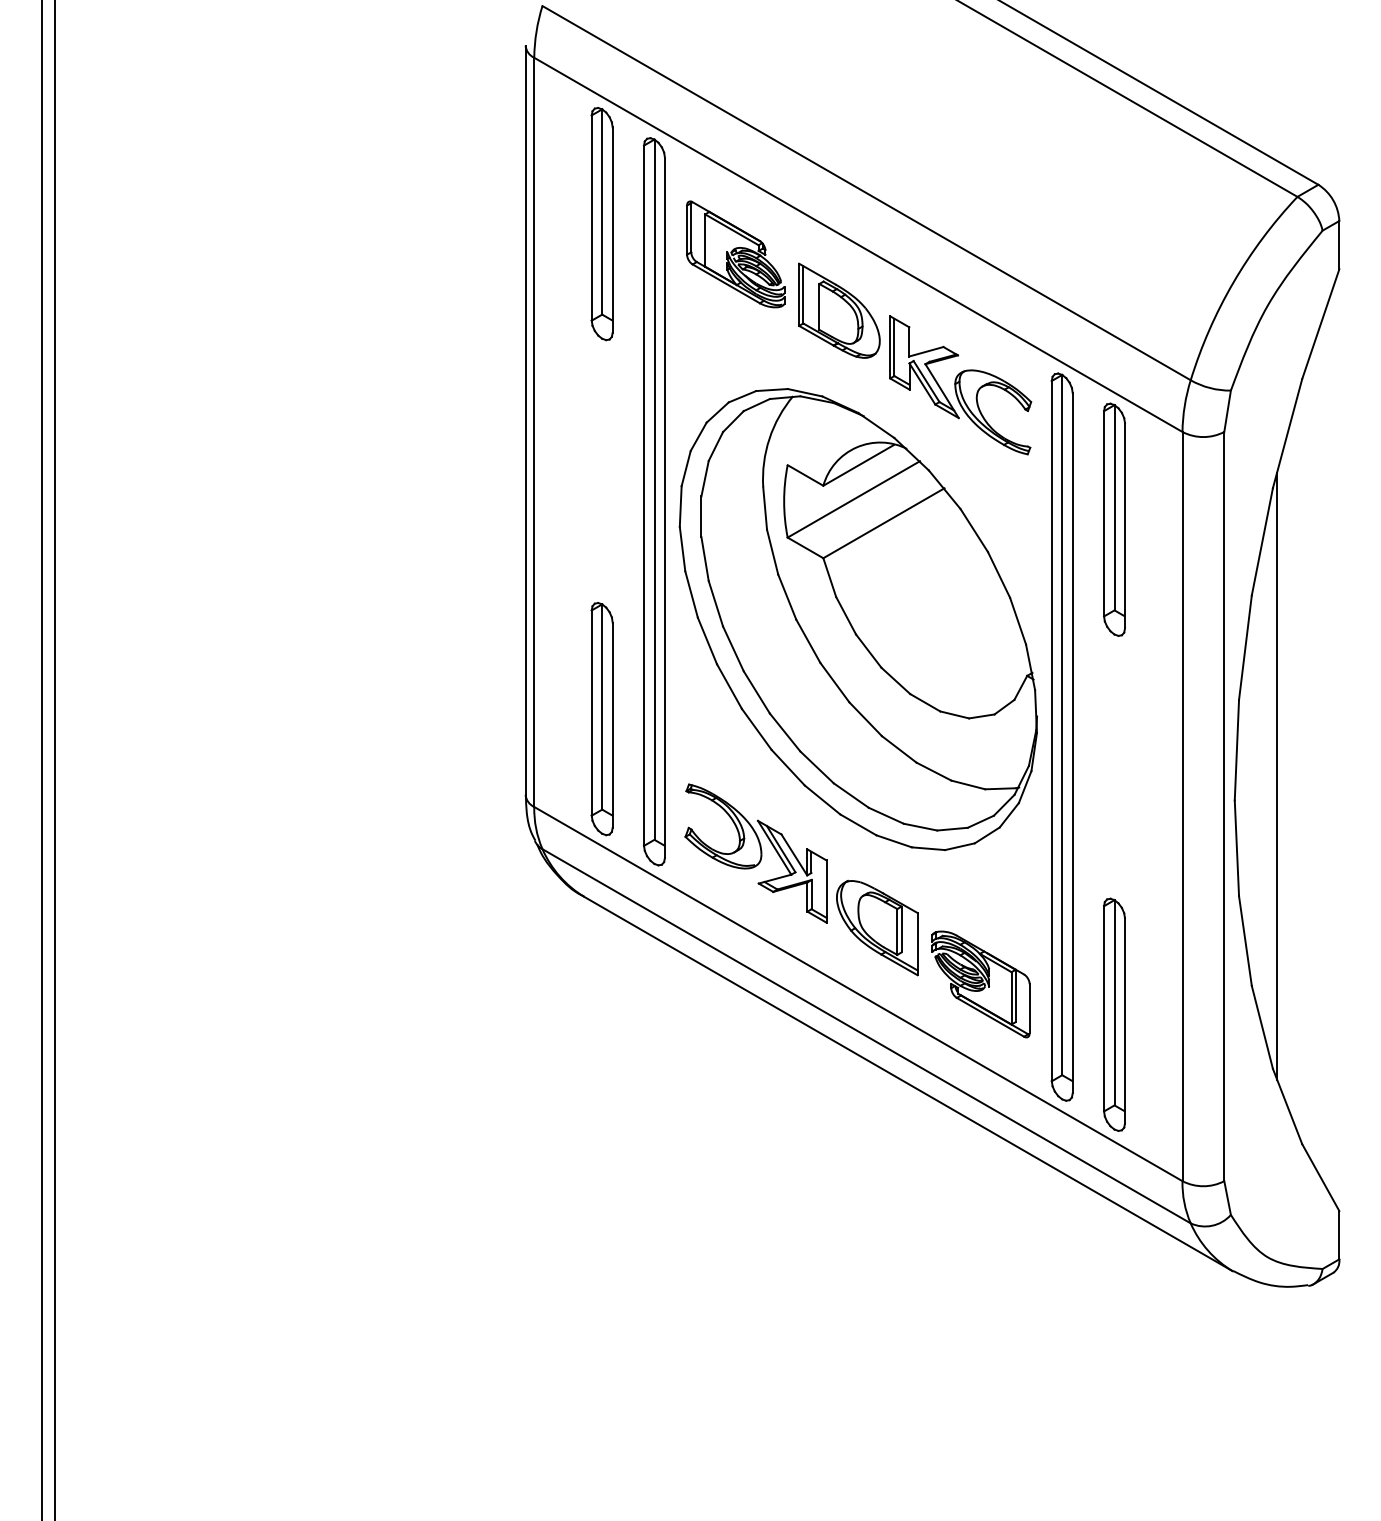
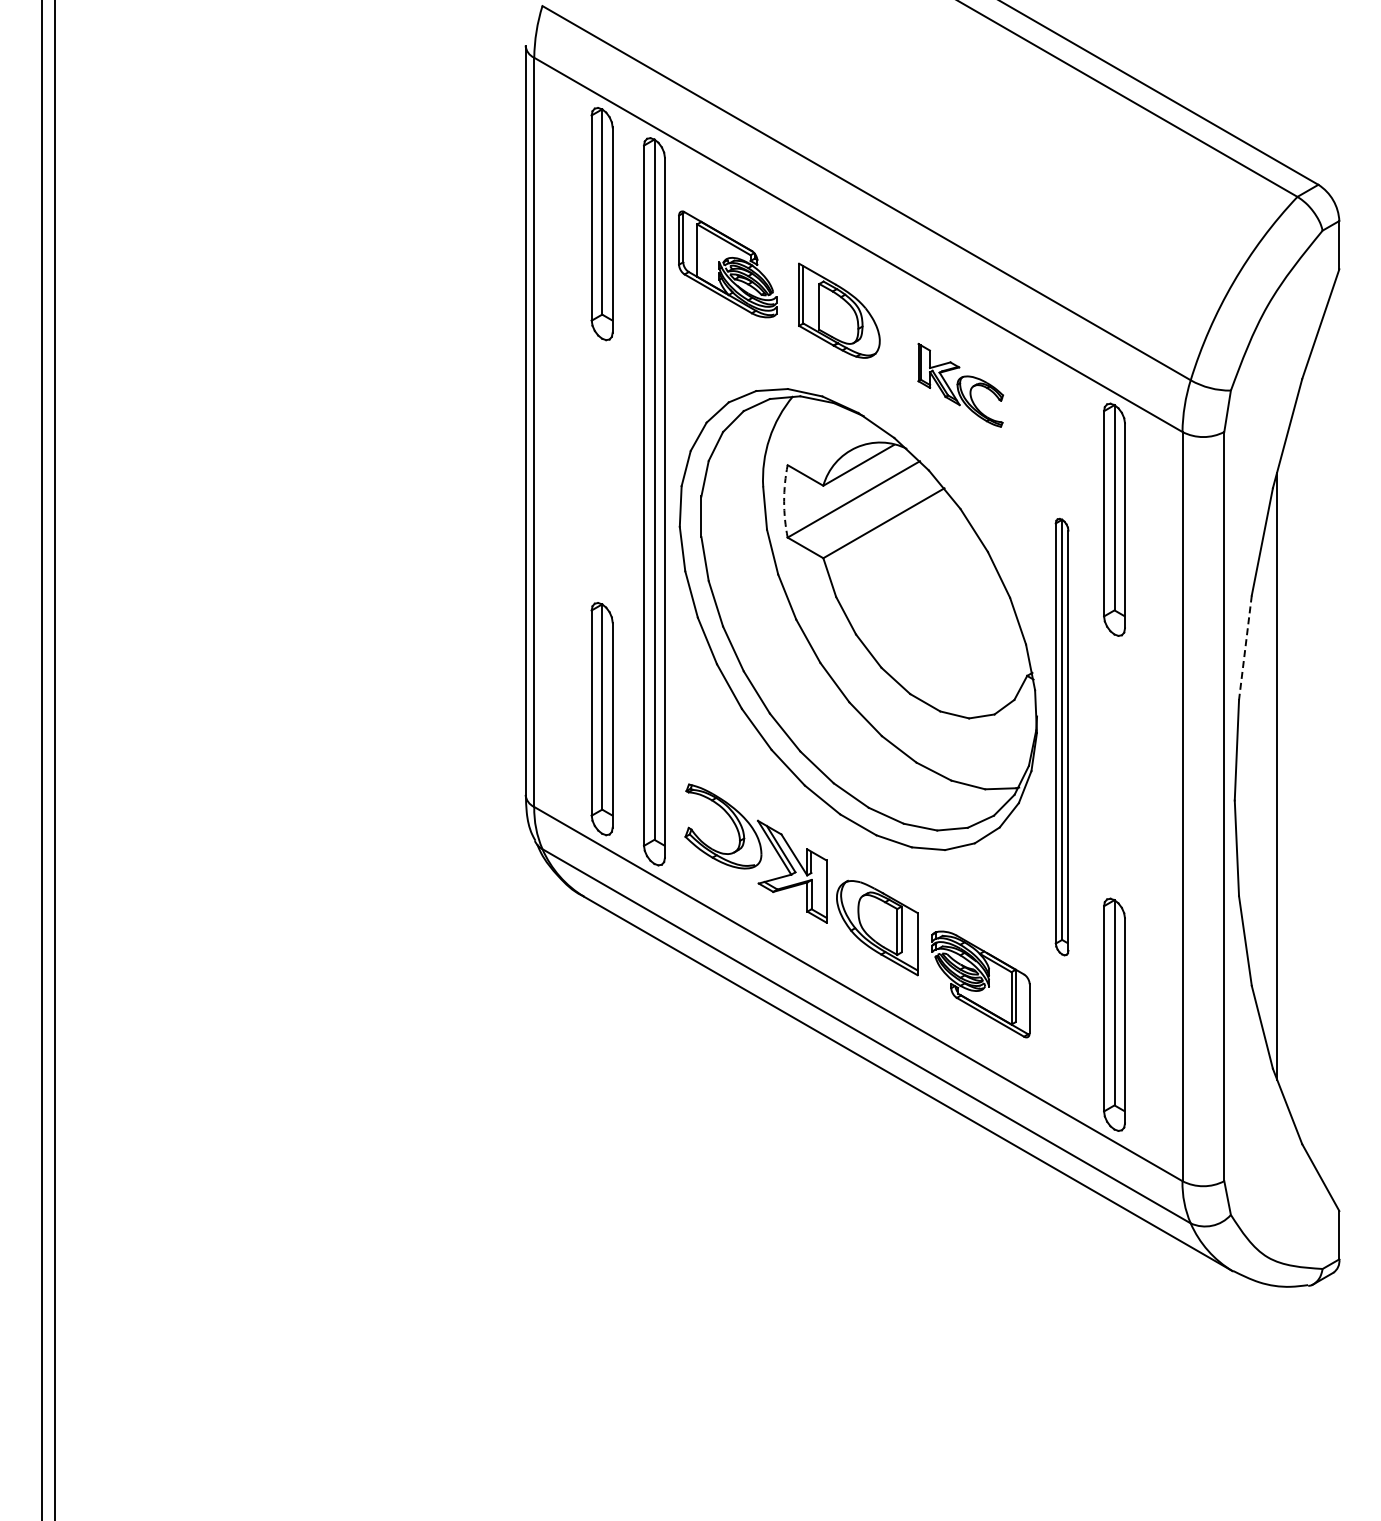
part at (735, 254) position: (735, 254) -> (727, 264)
part at (960, 385) size: 144x141 px -> 88x86 px
arc at (784, 501): solid -> dashed
line at (1245, 647): solid -> dashed
part at (1061, 736) size: 24x730 px -> 16x440 px
